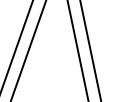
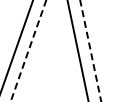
line at (90, 50): solid -> dashed
line at (28, 51): solid -> dashed
